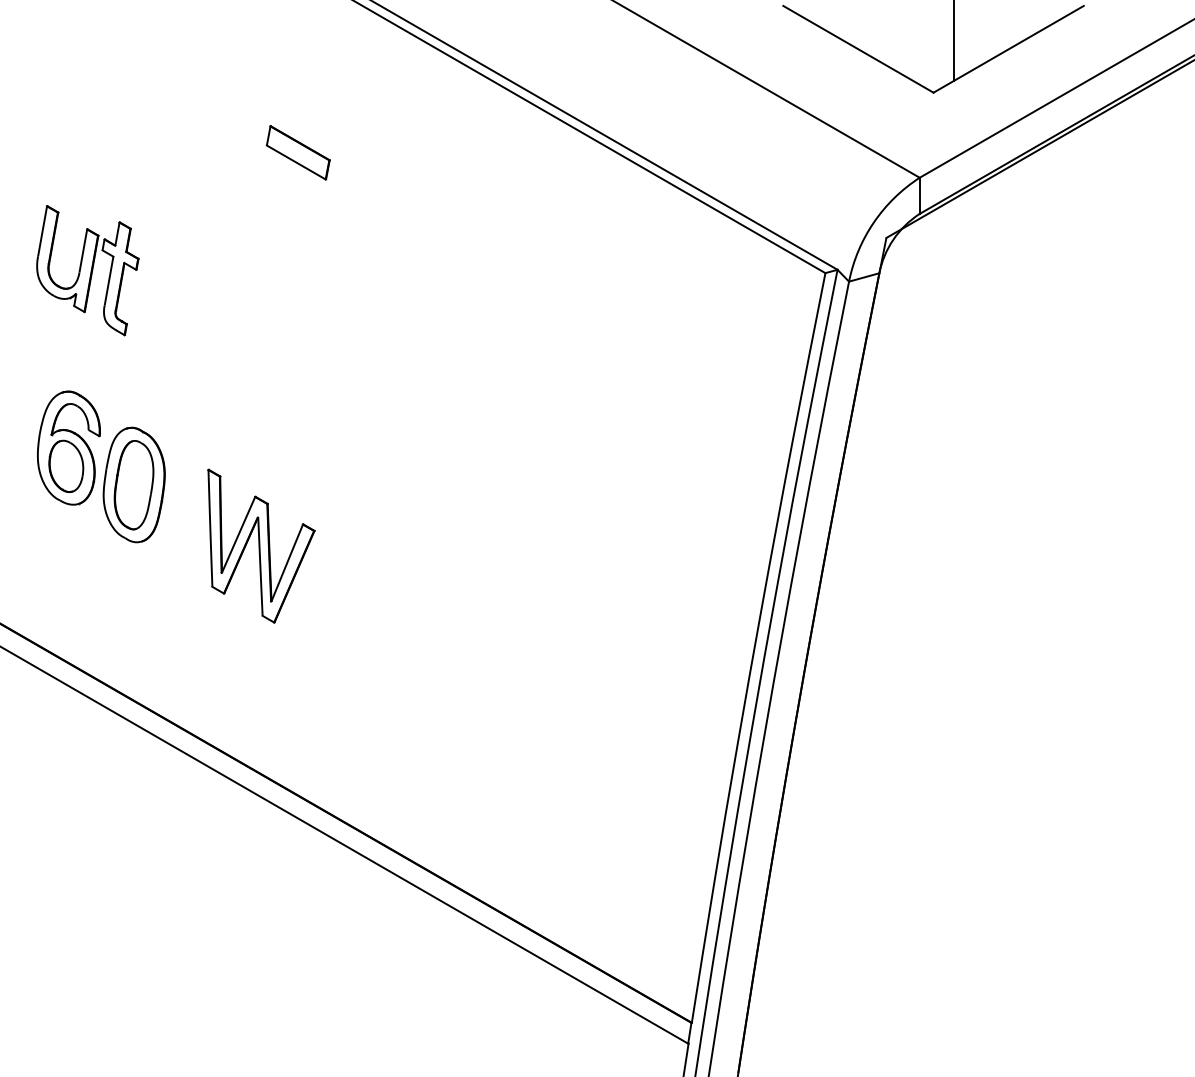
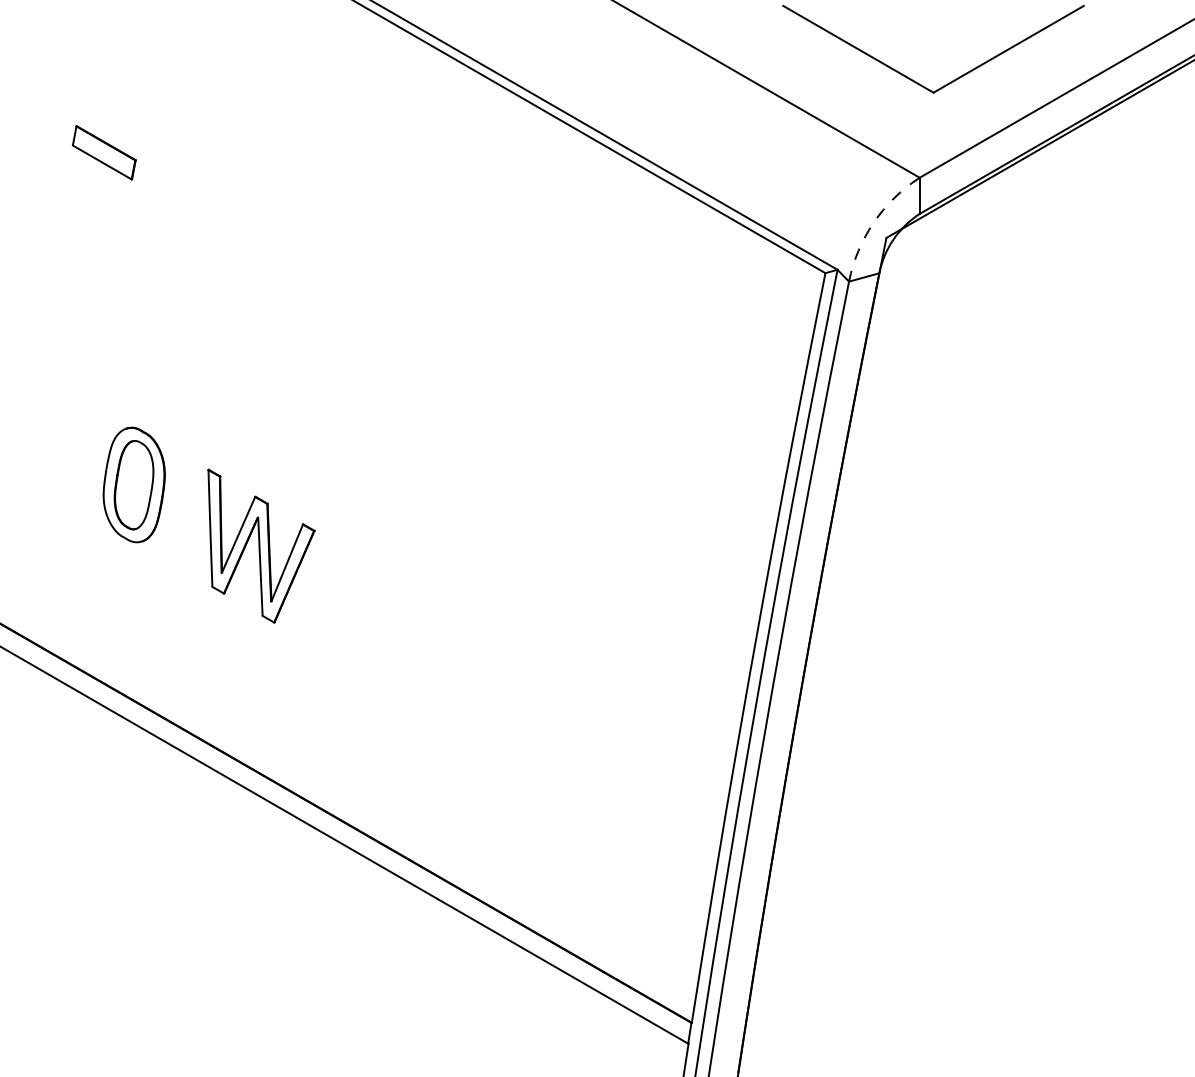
line at (954, 41): present -> none
part at (297, 152) position: (297, 152) -> (103, 152)
arc at (873, 222): solid -> dashed
part at (87, 270): present -> none
part at (68, 447): present -> none
